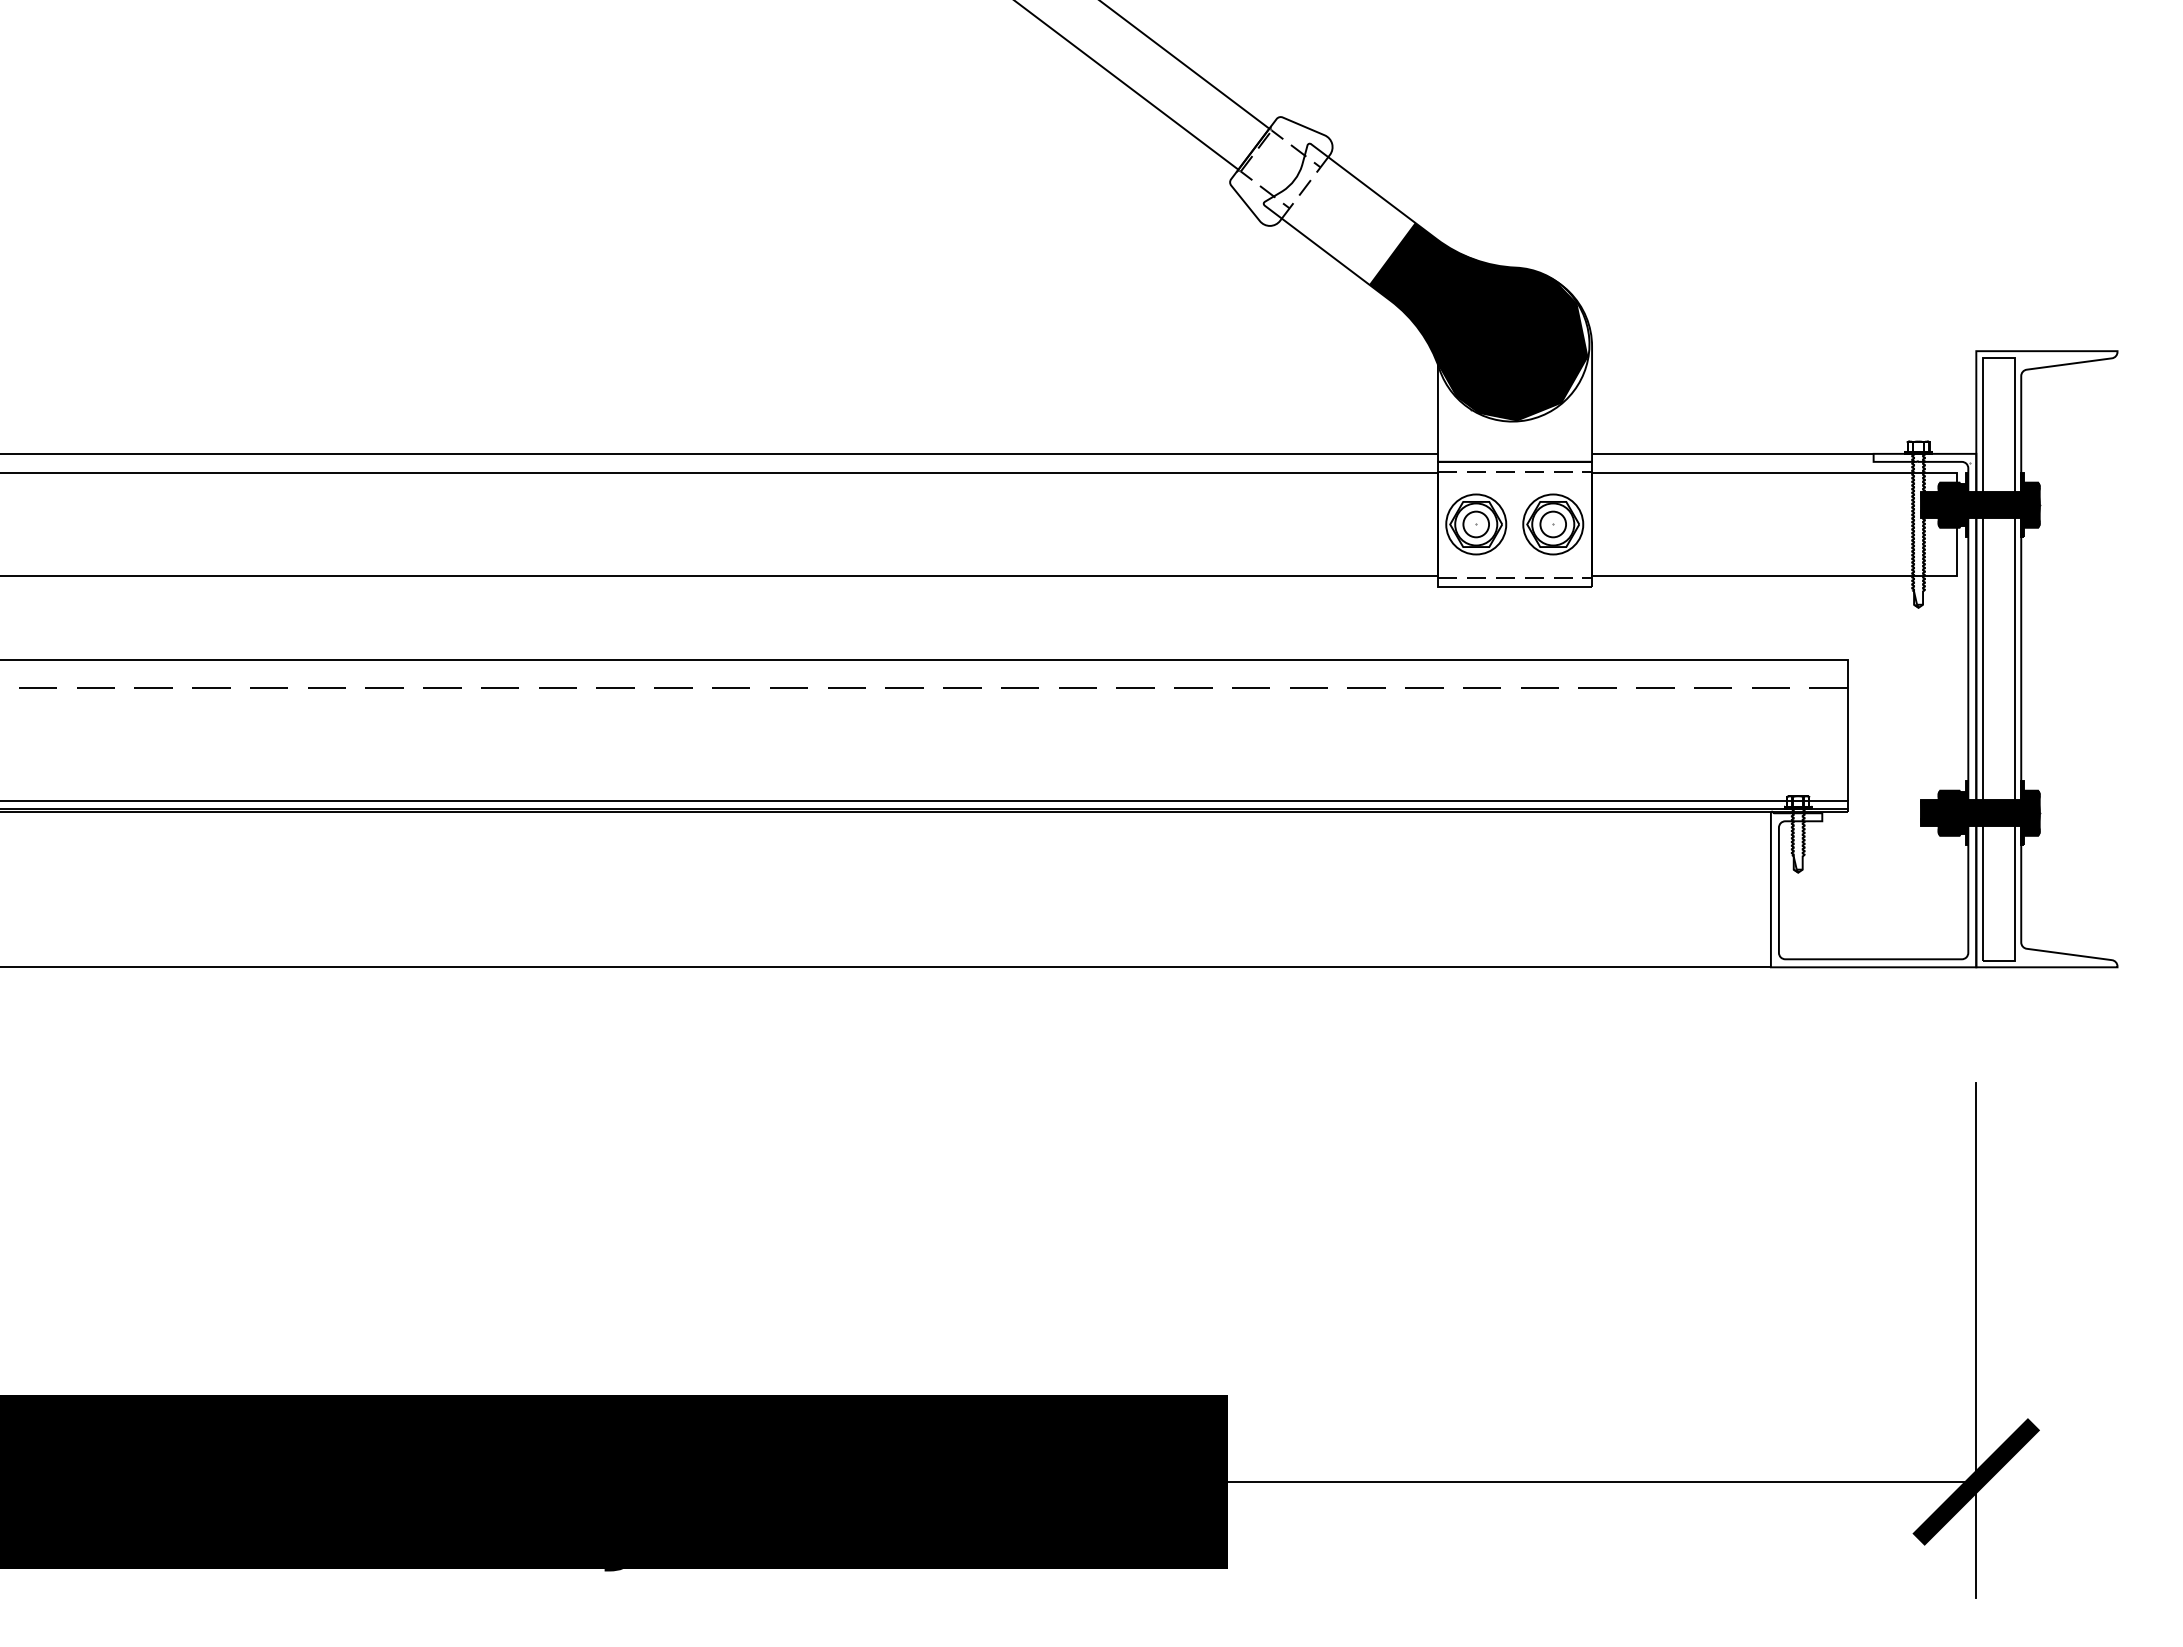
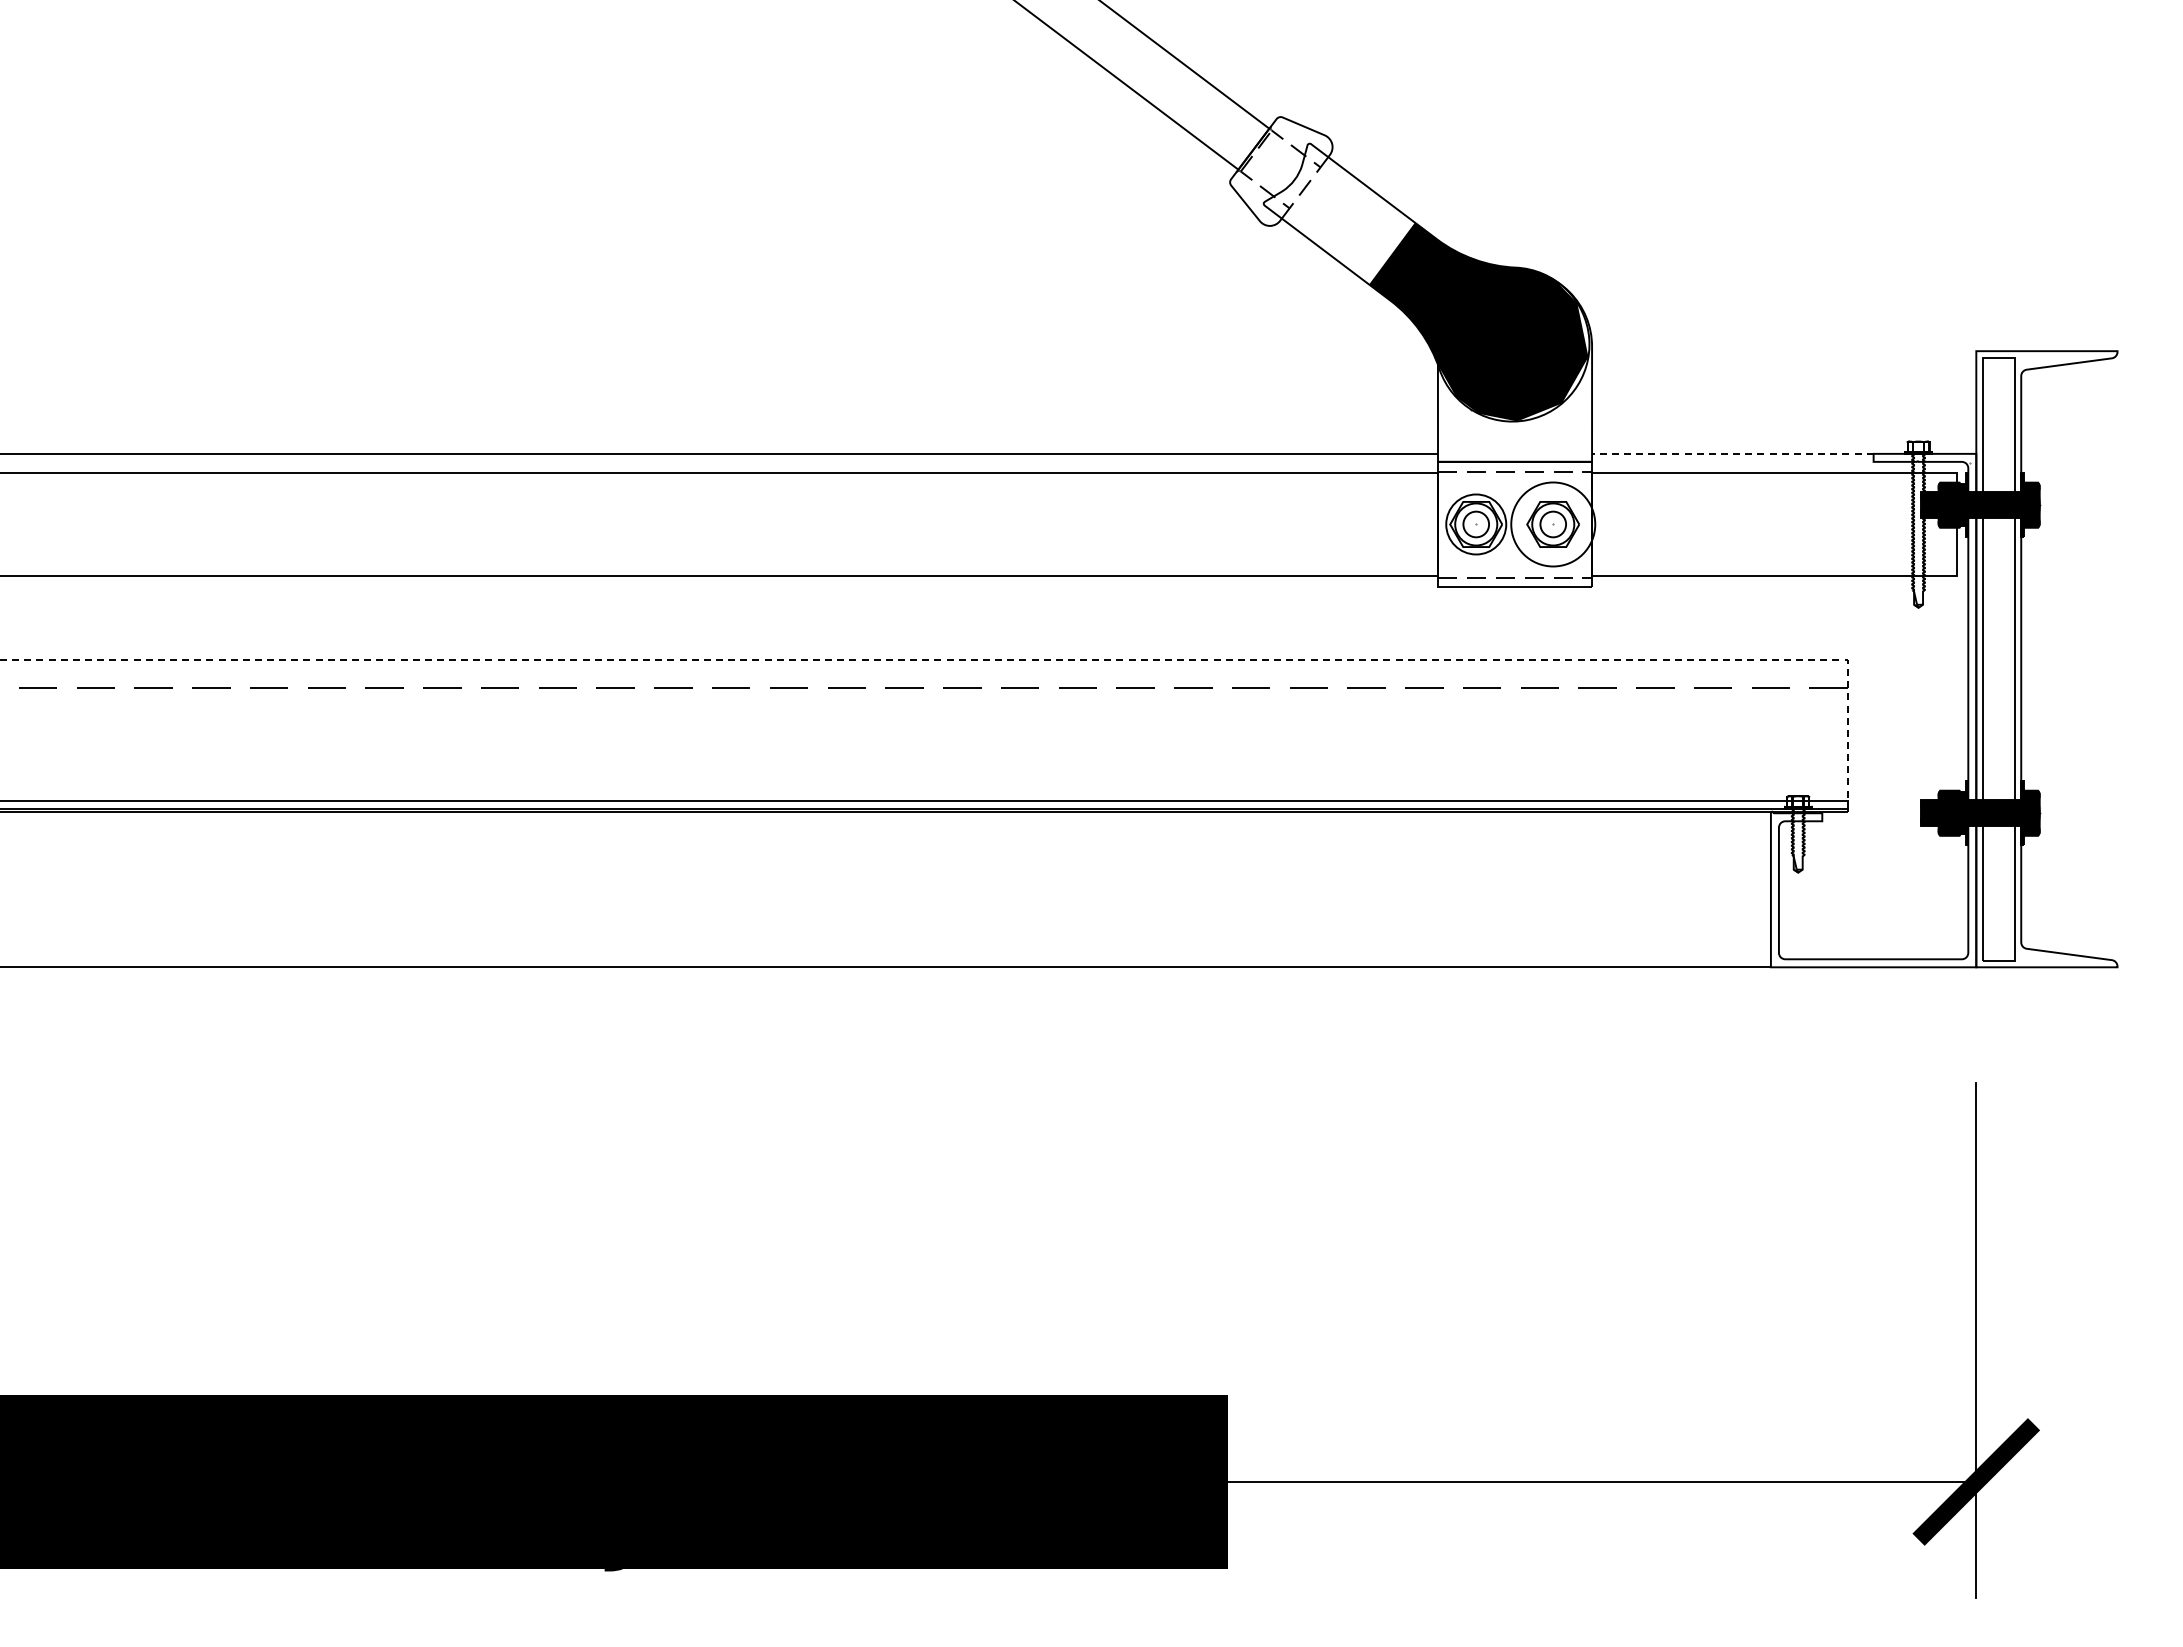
line at (1732, 453): solid -> dashed
circle at (1553, 524) diameter: 60 px -> 84 px
line at (994, 660): solid -> dashed
